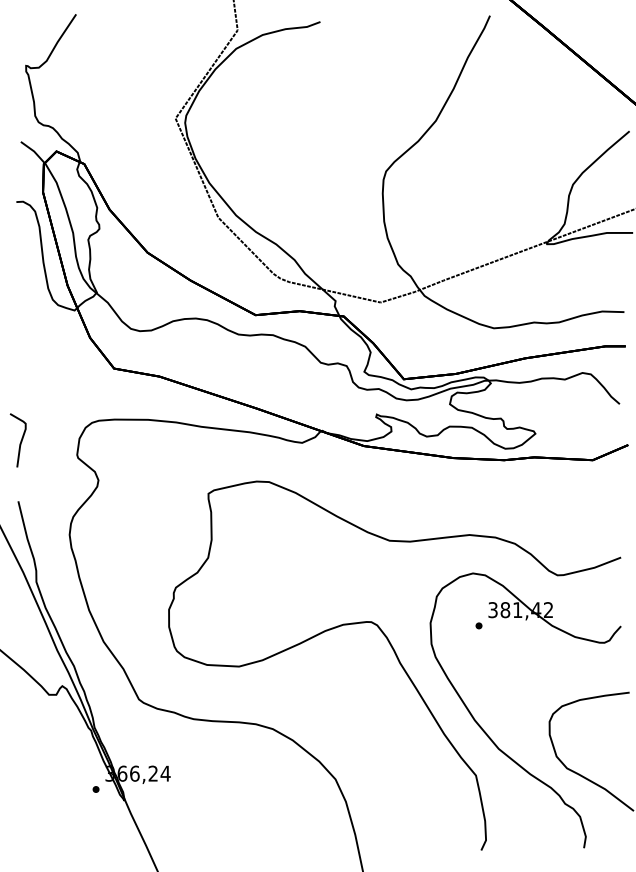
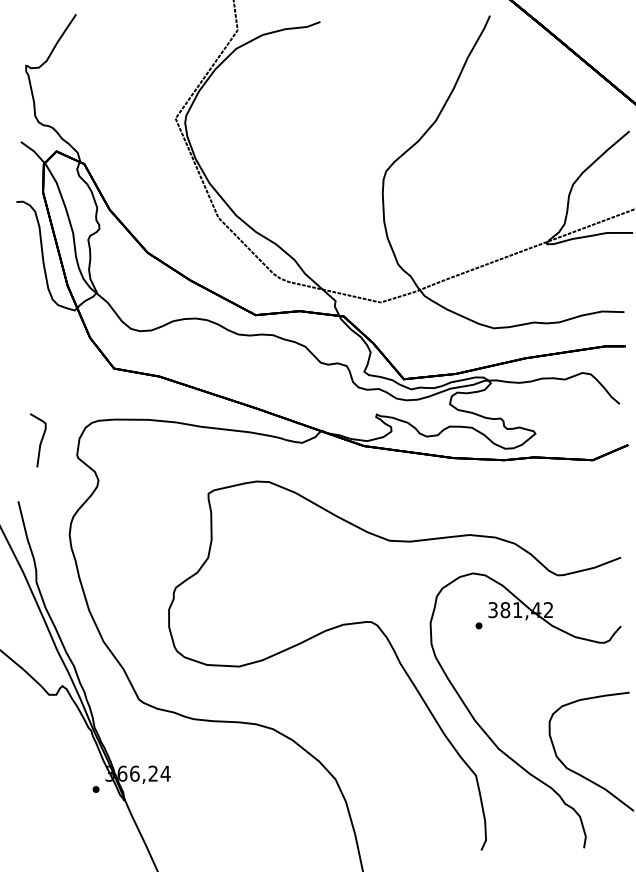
curve at (20, 440) position: (20, 440) -> (40, 440)
